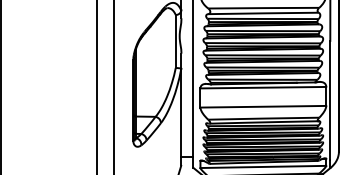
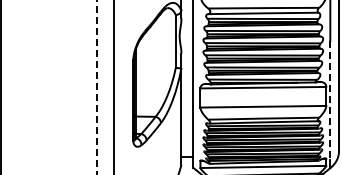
line at (96, 87): solid -> dashed
line at (330, 100): solid -> dashed
